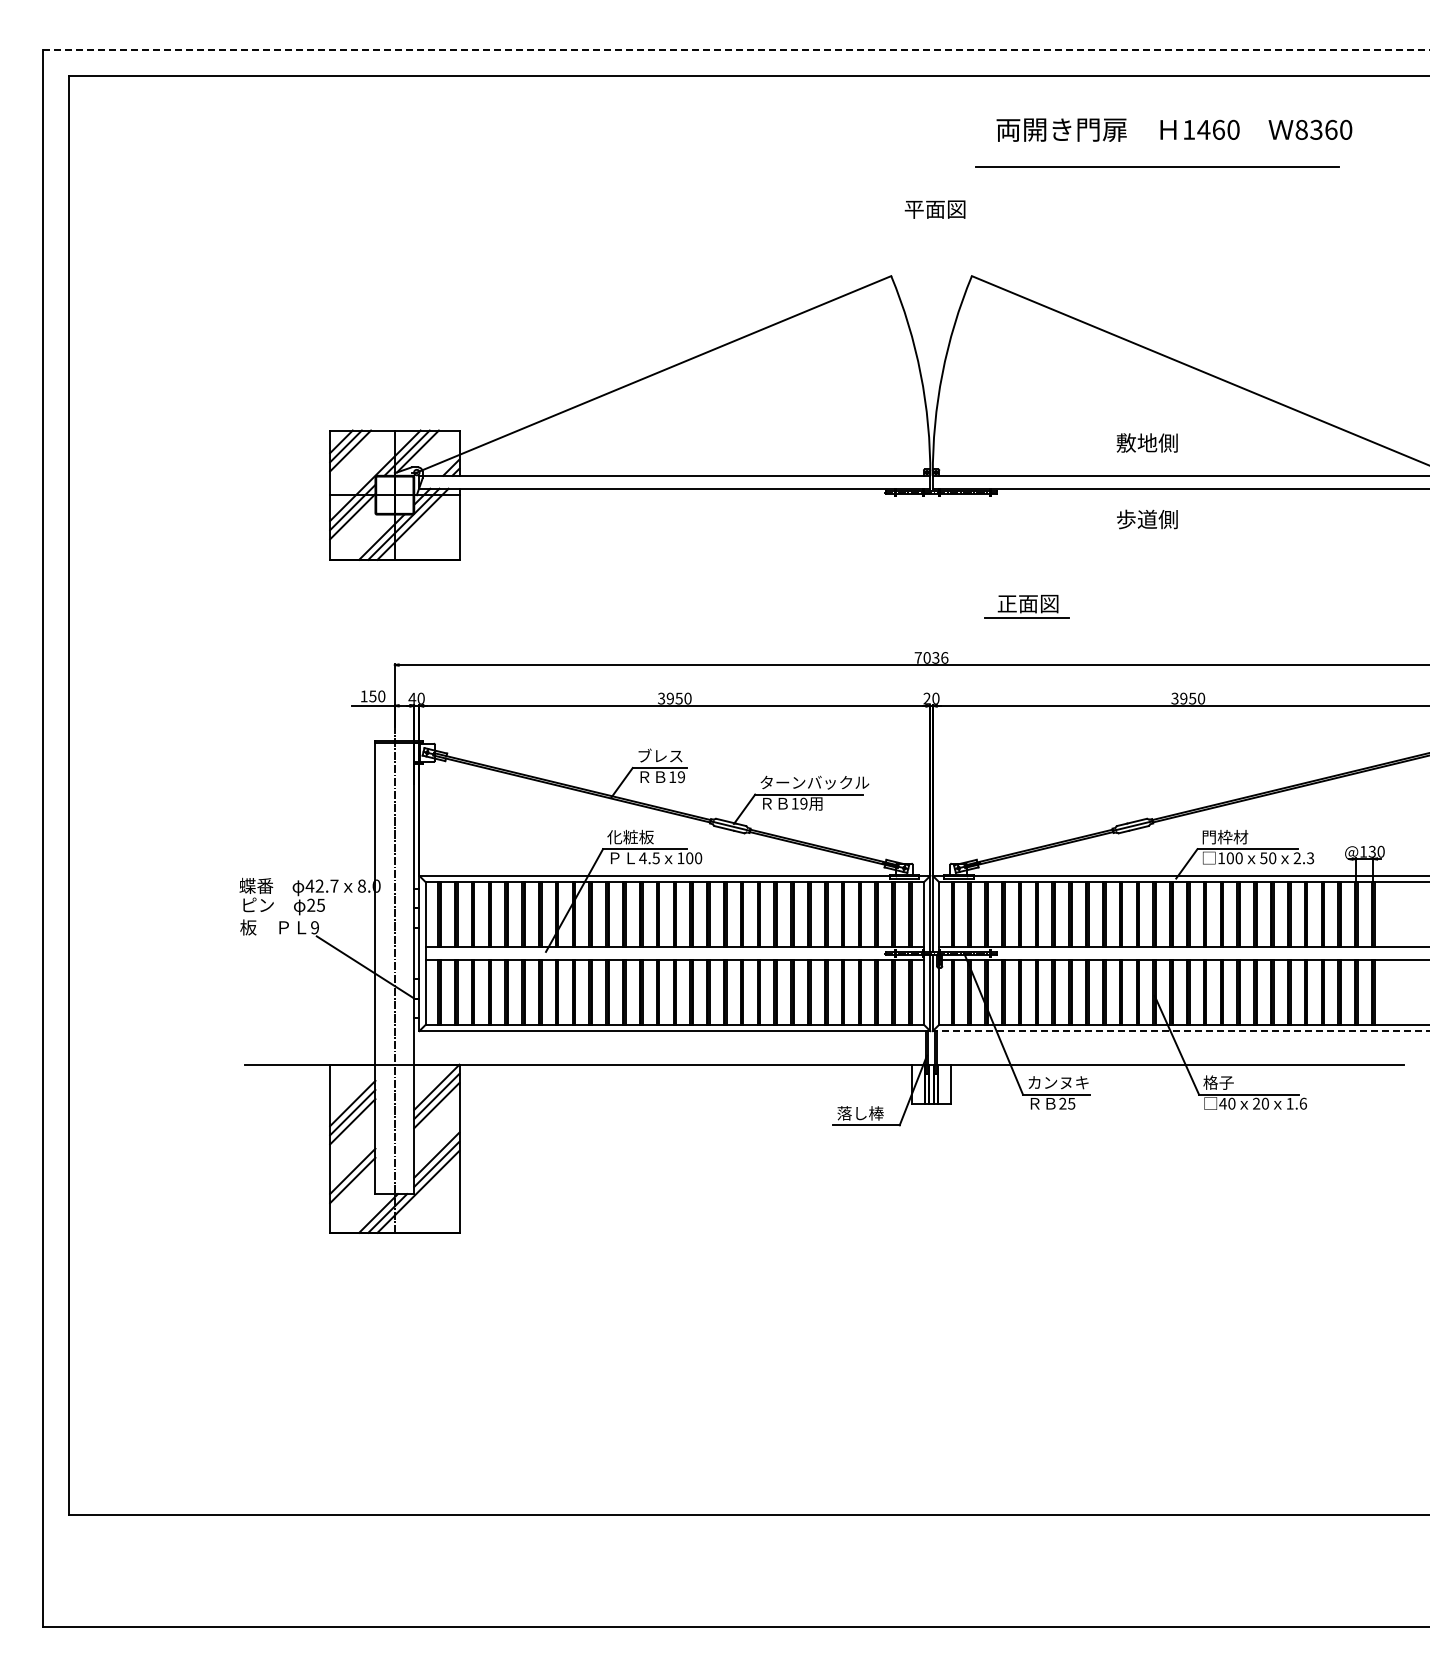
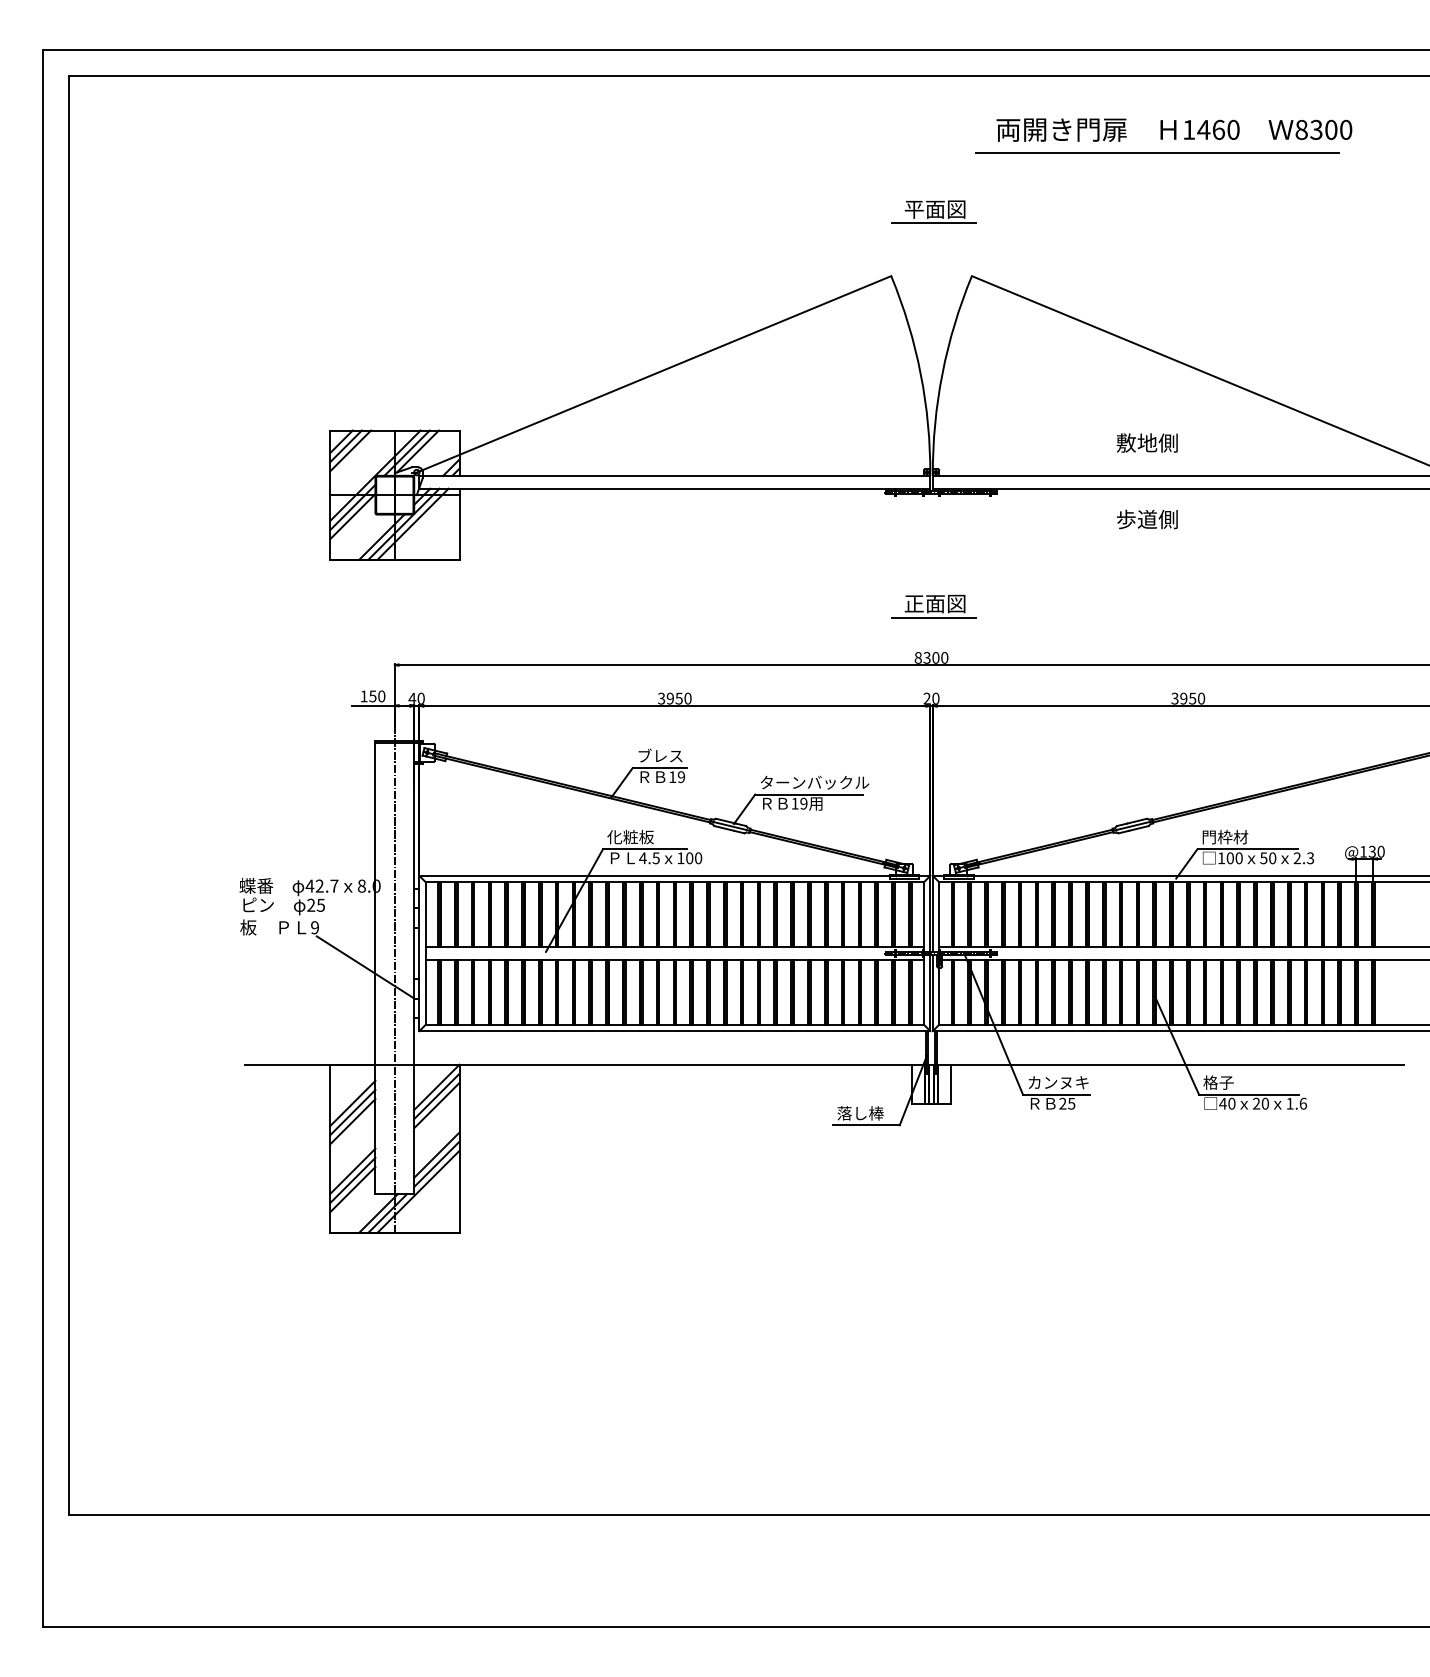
line at (735, 50): dashed -> solid
text at (1331, 129): 8360 -> 8300
line at (1157, 166) position: (1157, 166) -> (1157, 152)
line at (933, 223): none -> present
part at (1026, 606) position: (1026, 606) -> (933, 606)
text at (931, 657): 7036 -> 8300
line at (1180, 1031): dashed -> solid
line at (352, 1189): none -> present
